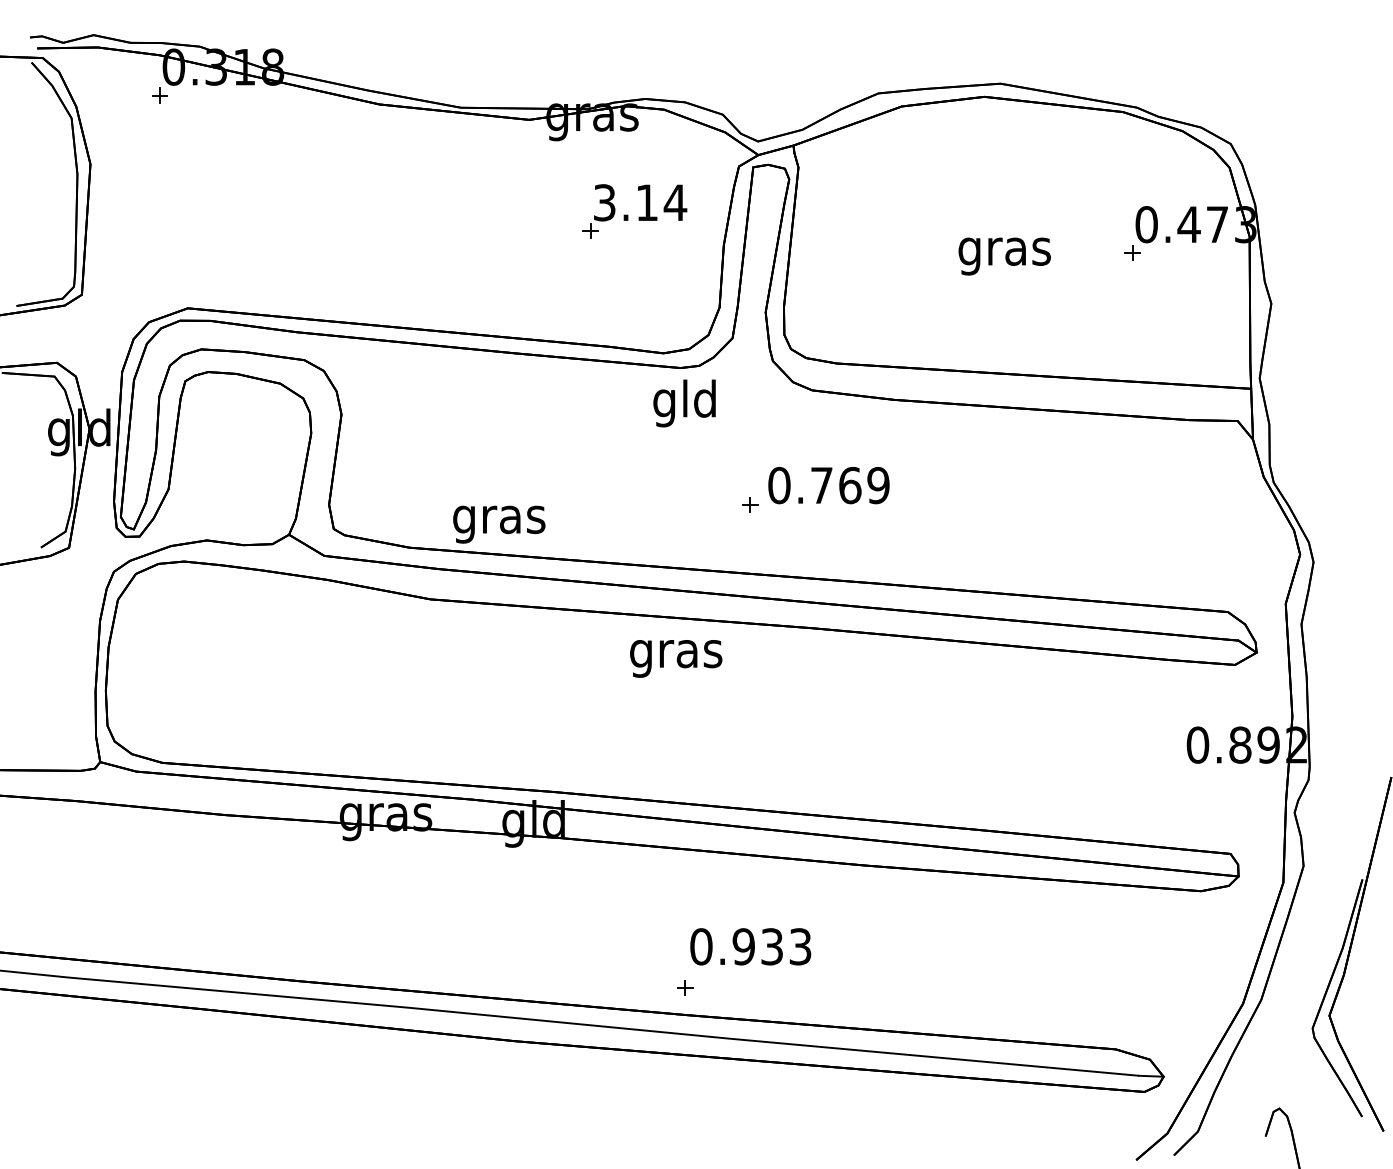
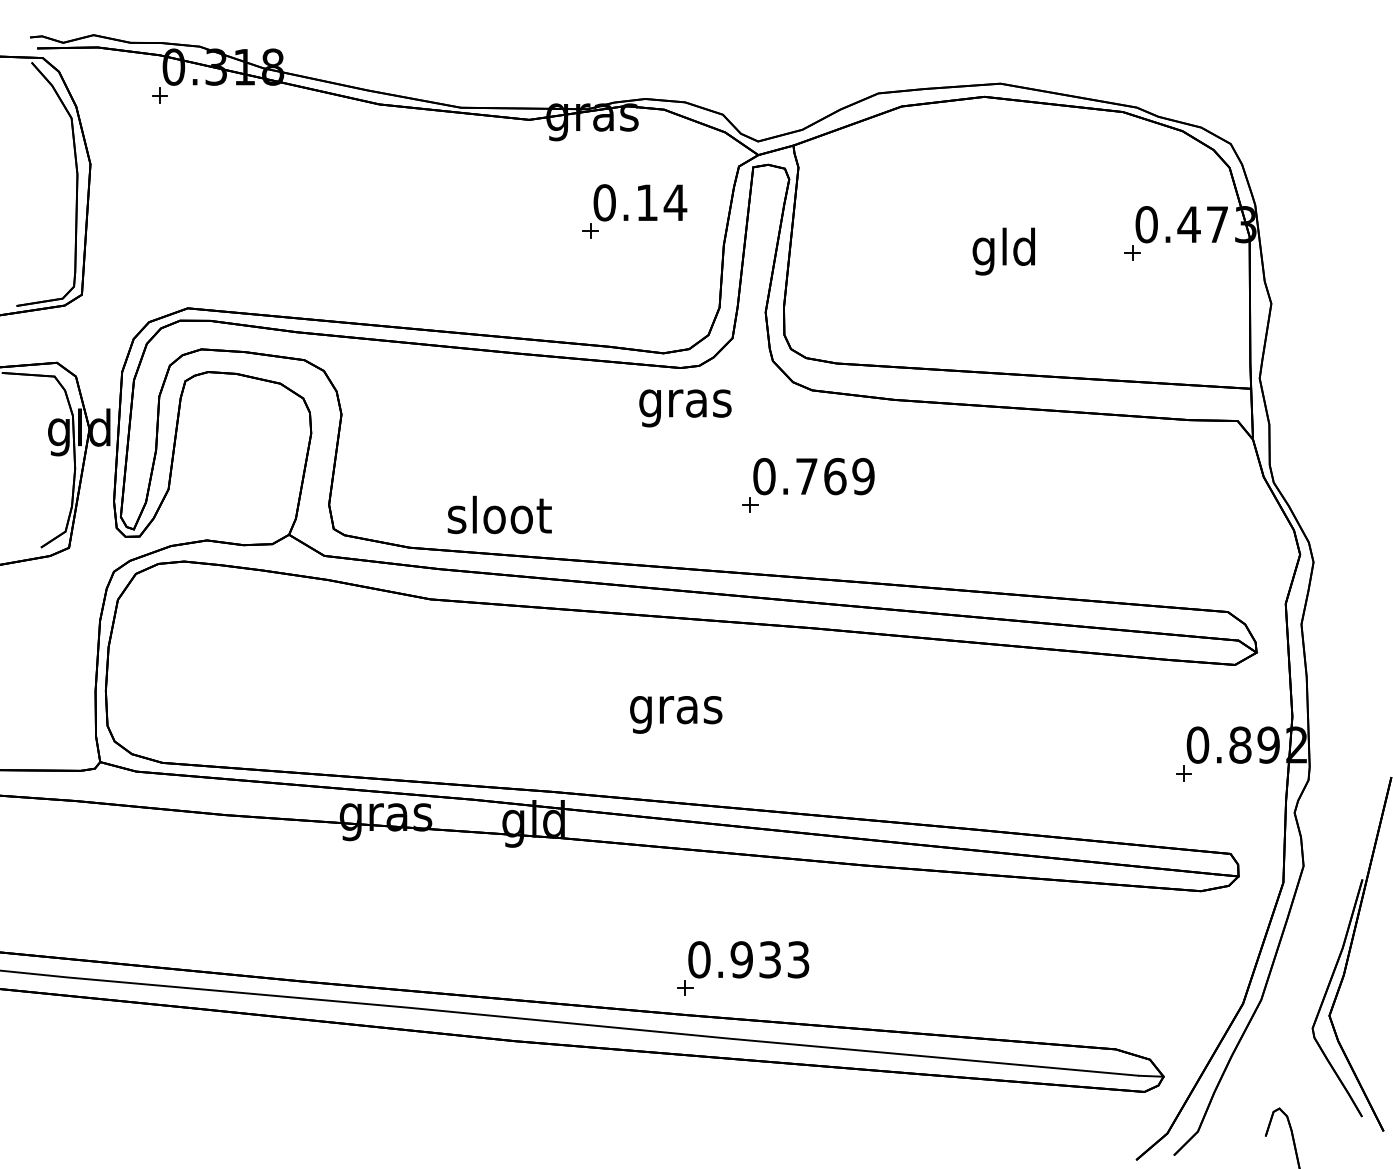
text at (604, 202): 3.14 -> 0.14
text at (1004, 251): gras -> gld
text at (685, 403): gld -> gras
text at (828, 485) position: (828, 485) -> (813, 476)
text at (499, 519): gras -> sloot
text at (676, 658) position: (676, 658) -> (676, 714)
part at (1183, 773): none -> present
text at (750, 946) position: (750, 946) -> (748, 959)
